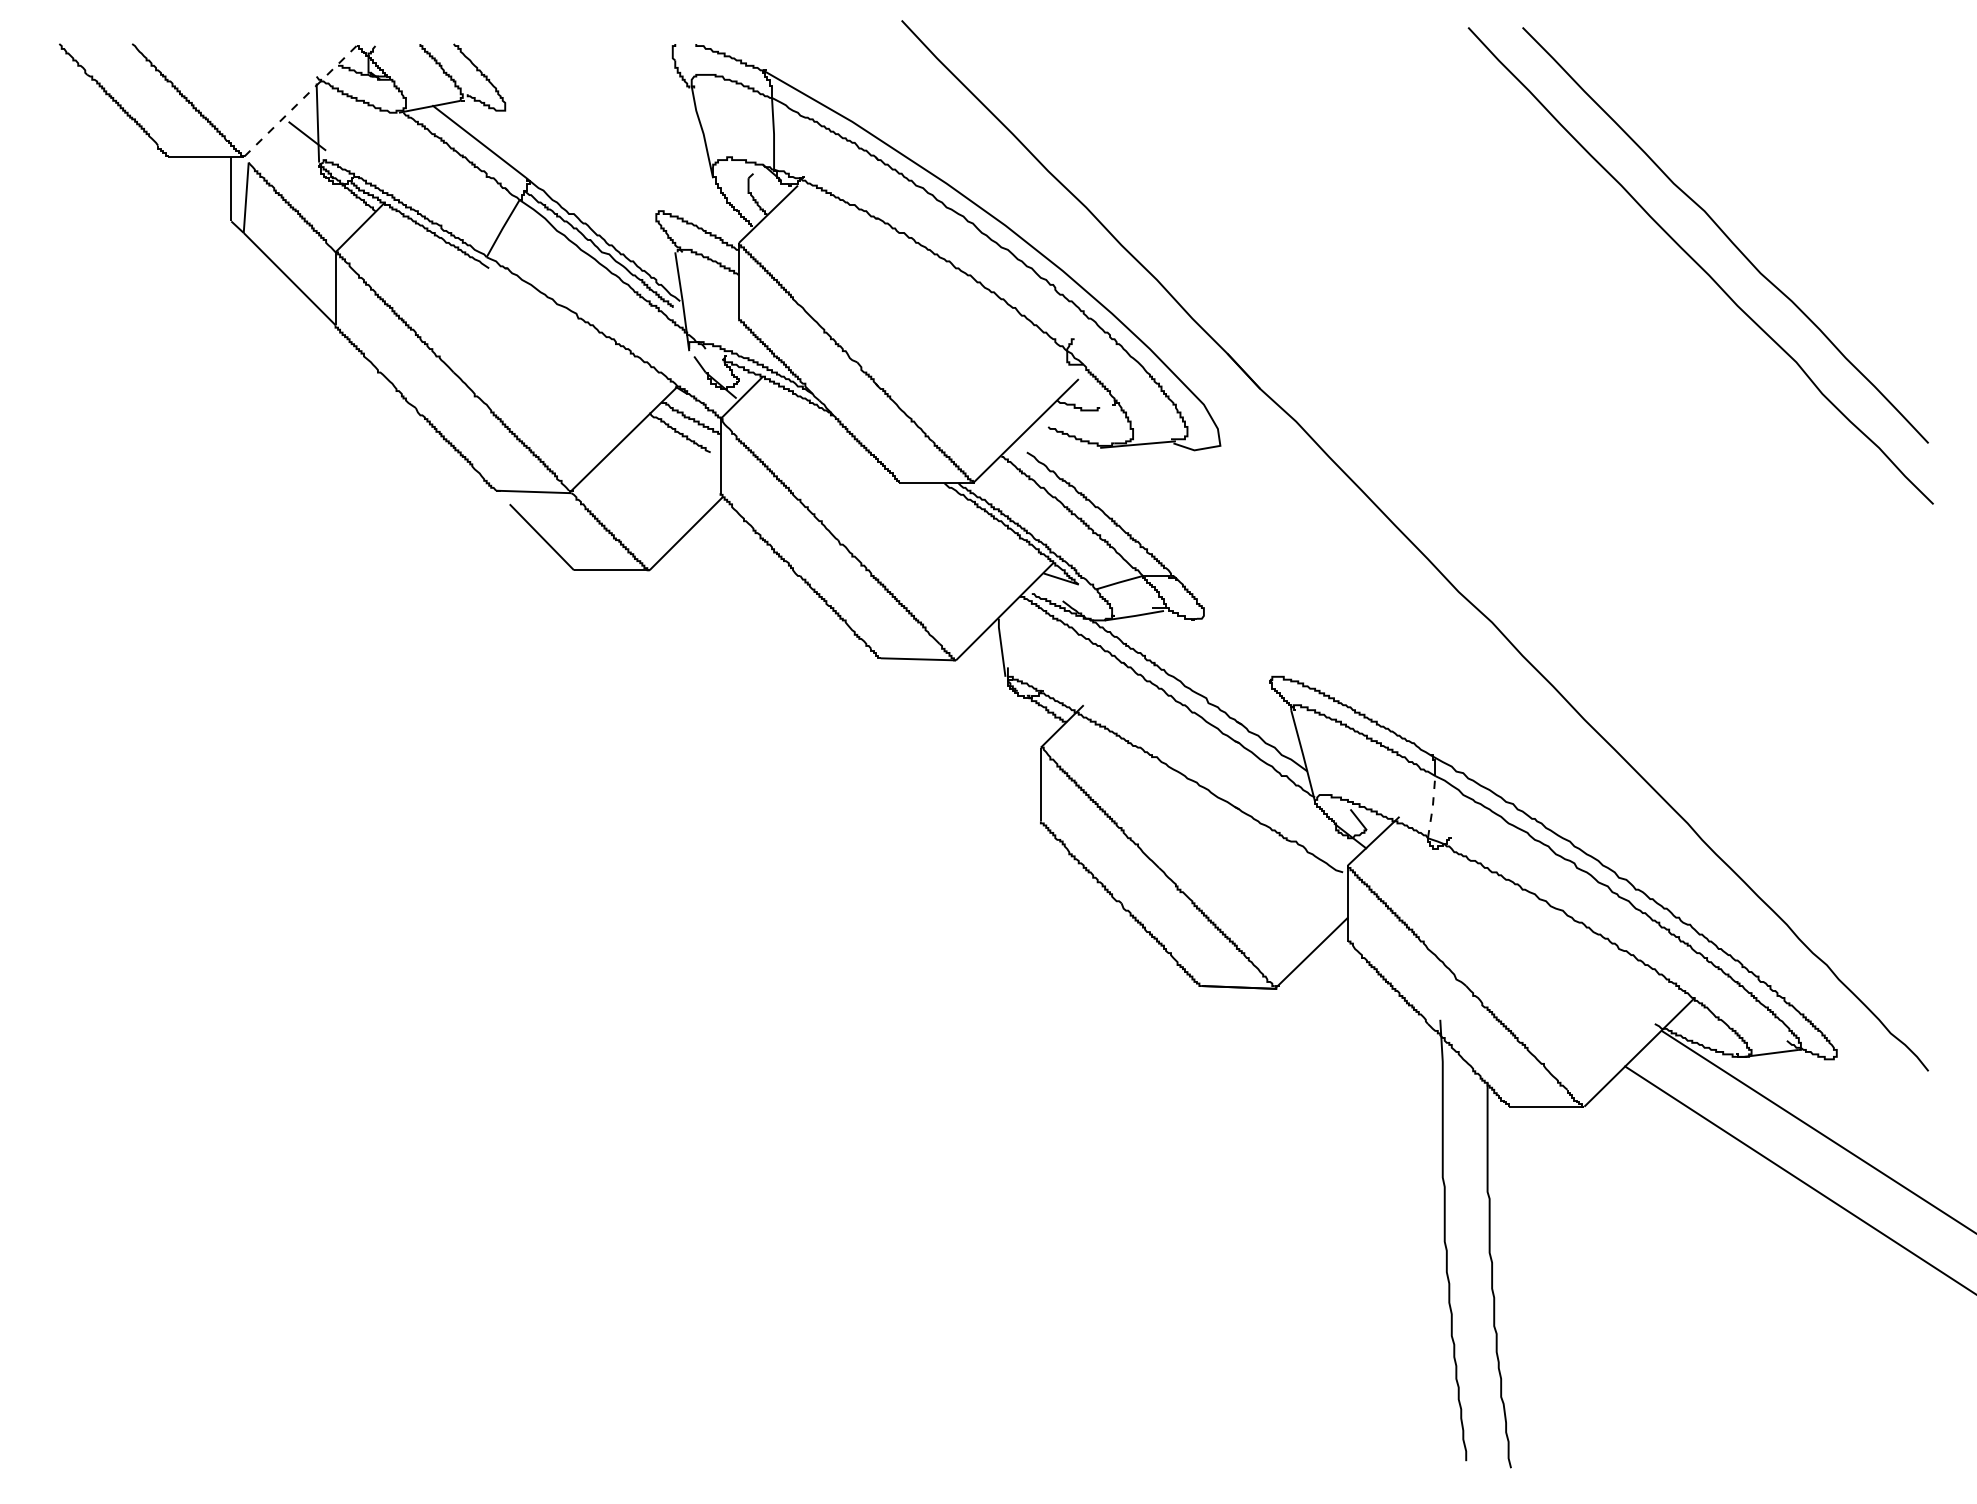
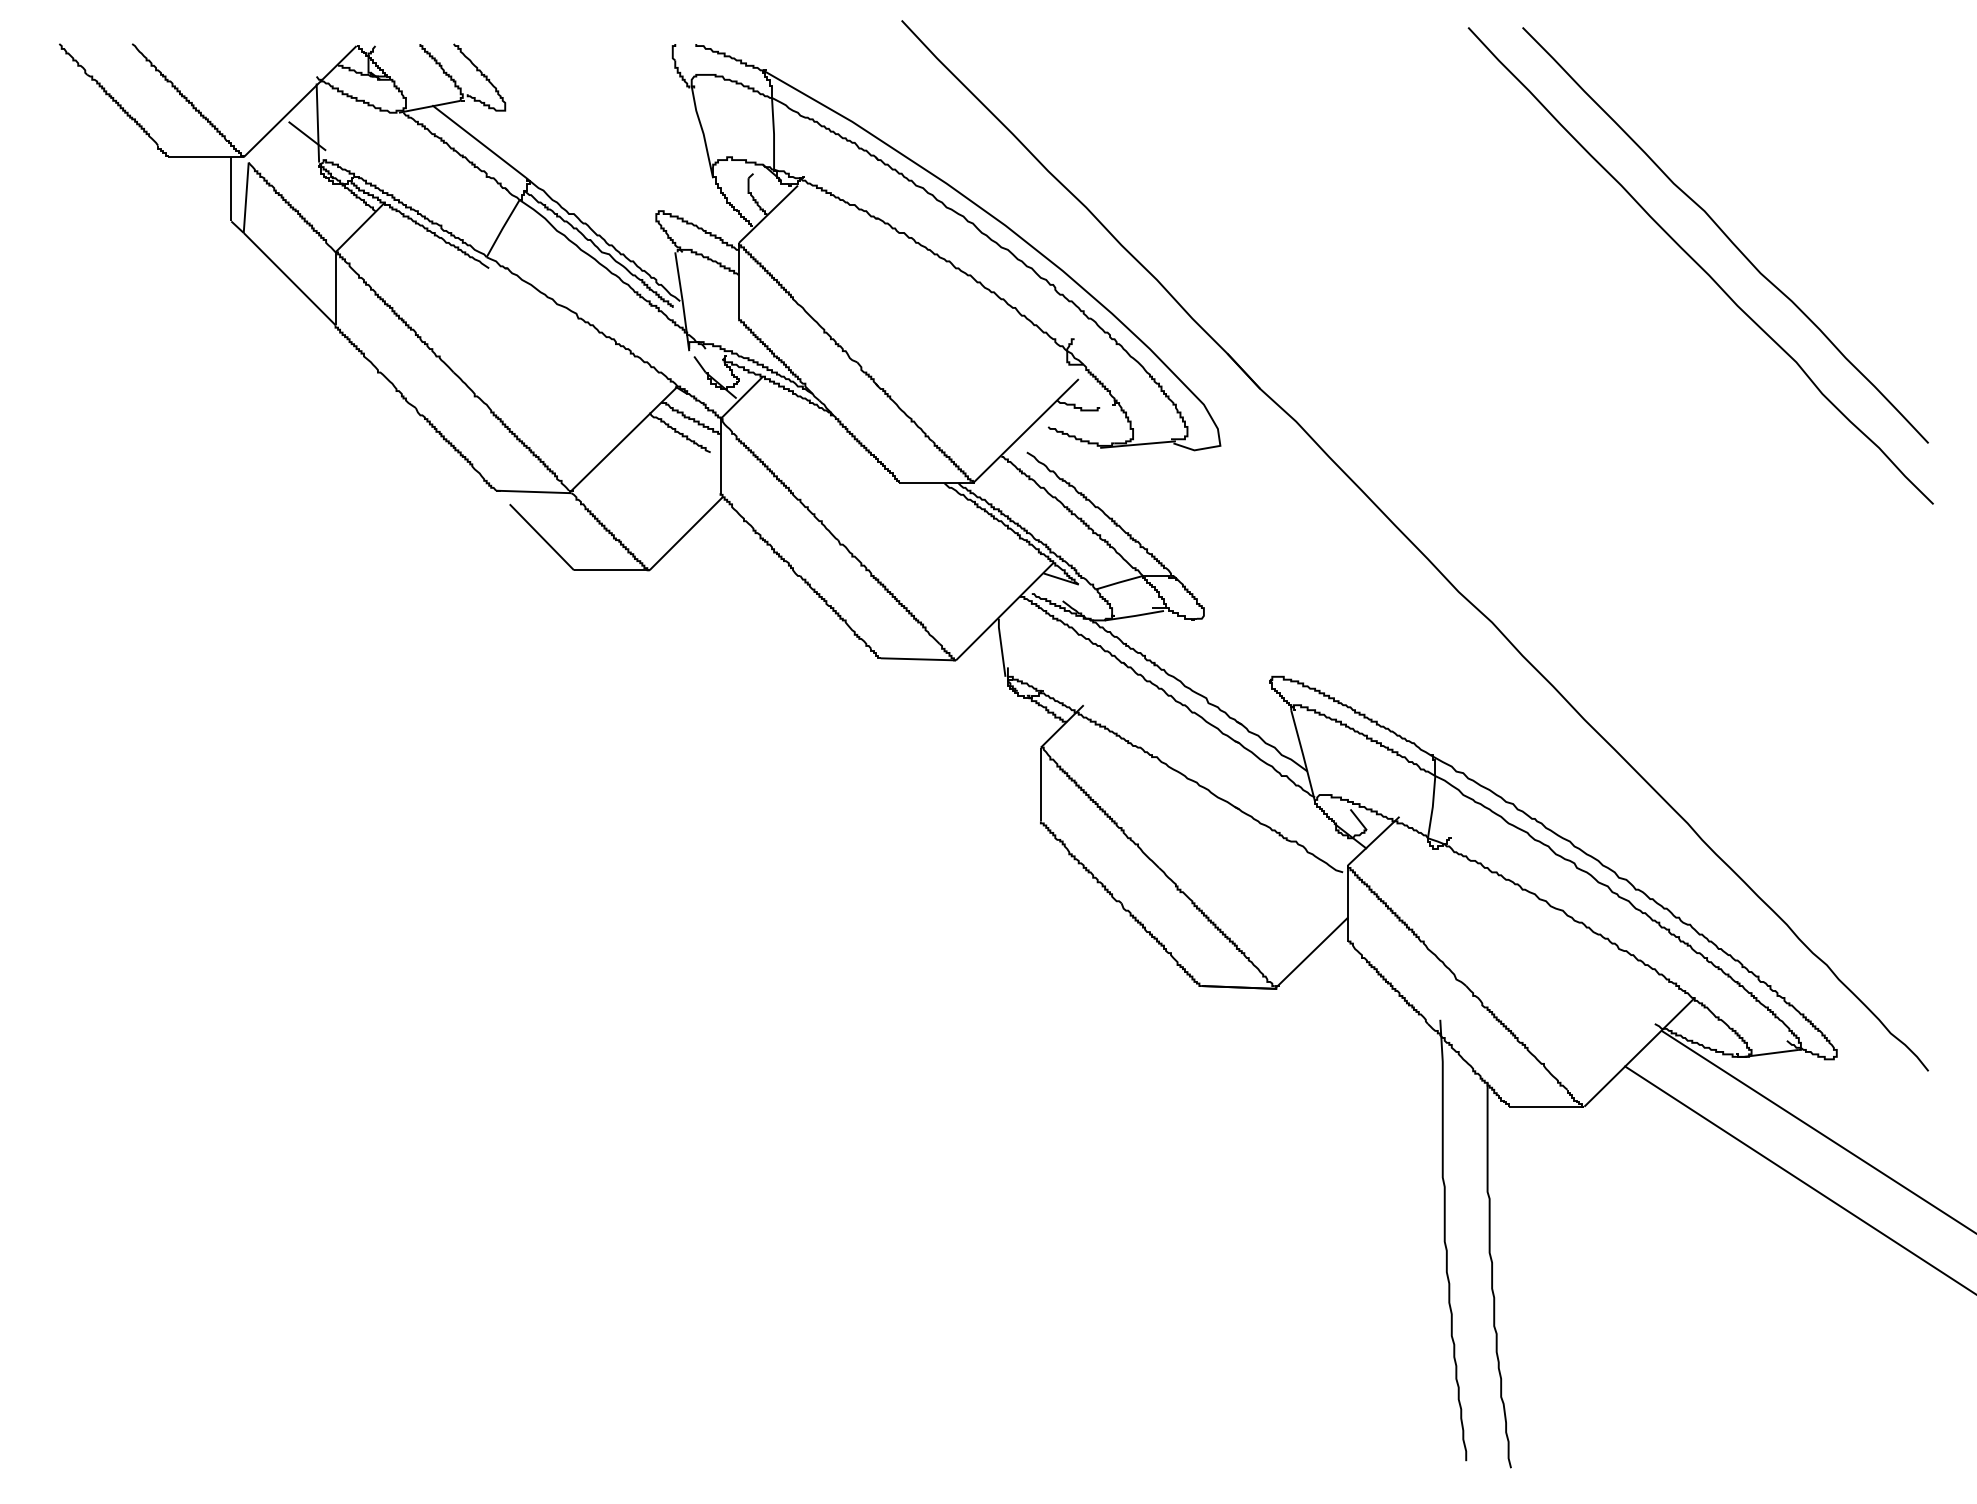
line at (299, 101): dashed -> solid
line at (1432, 806): dashed -> solid
